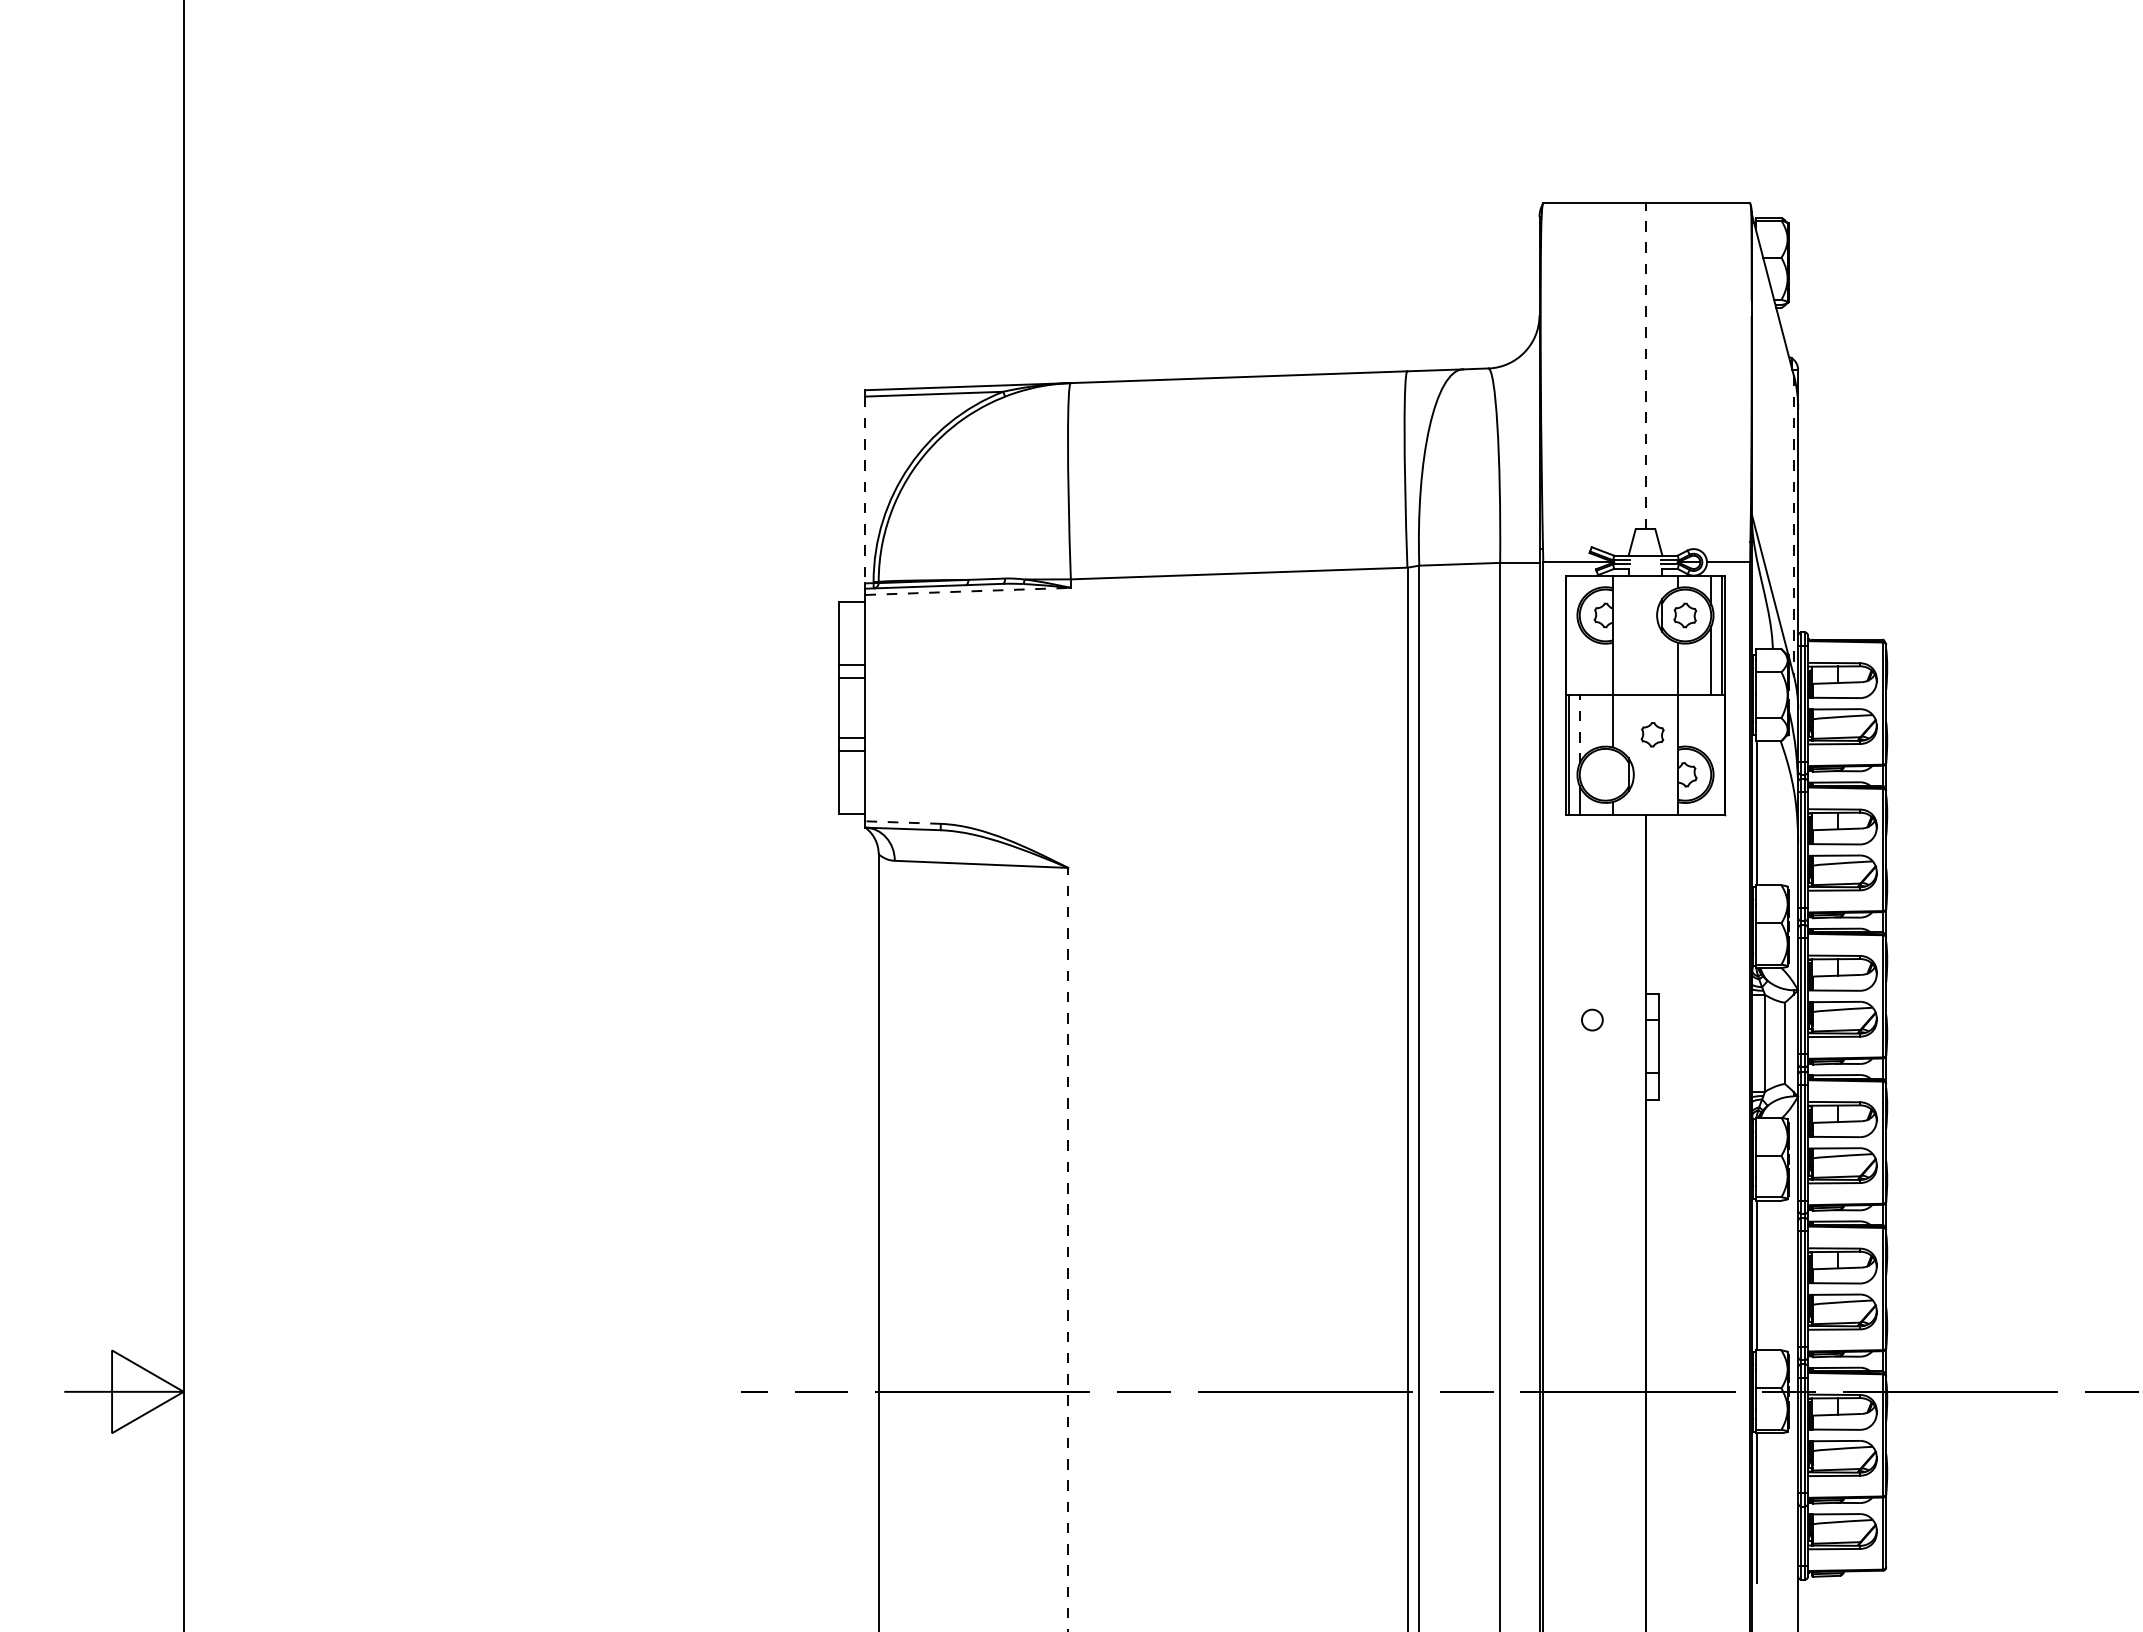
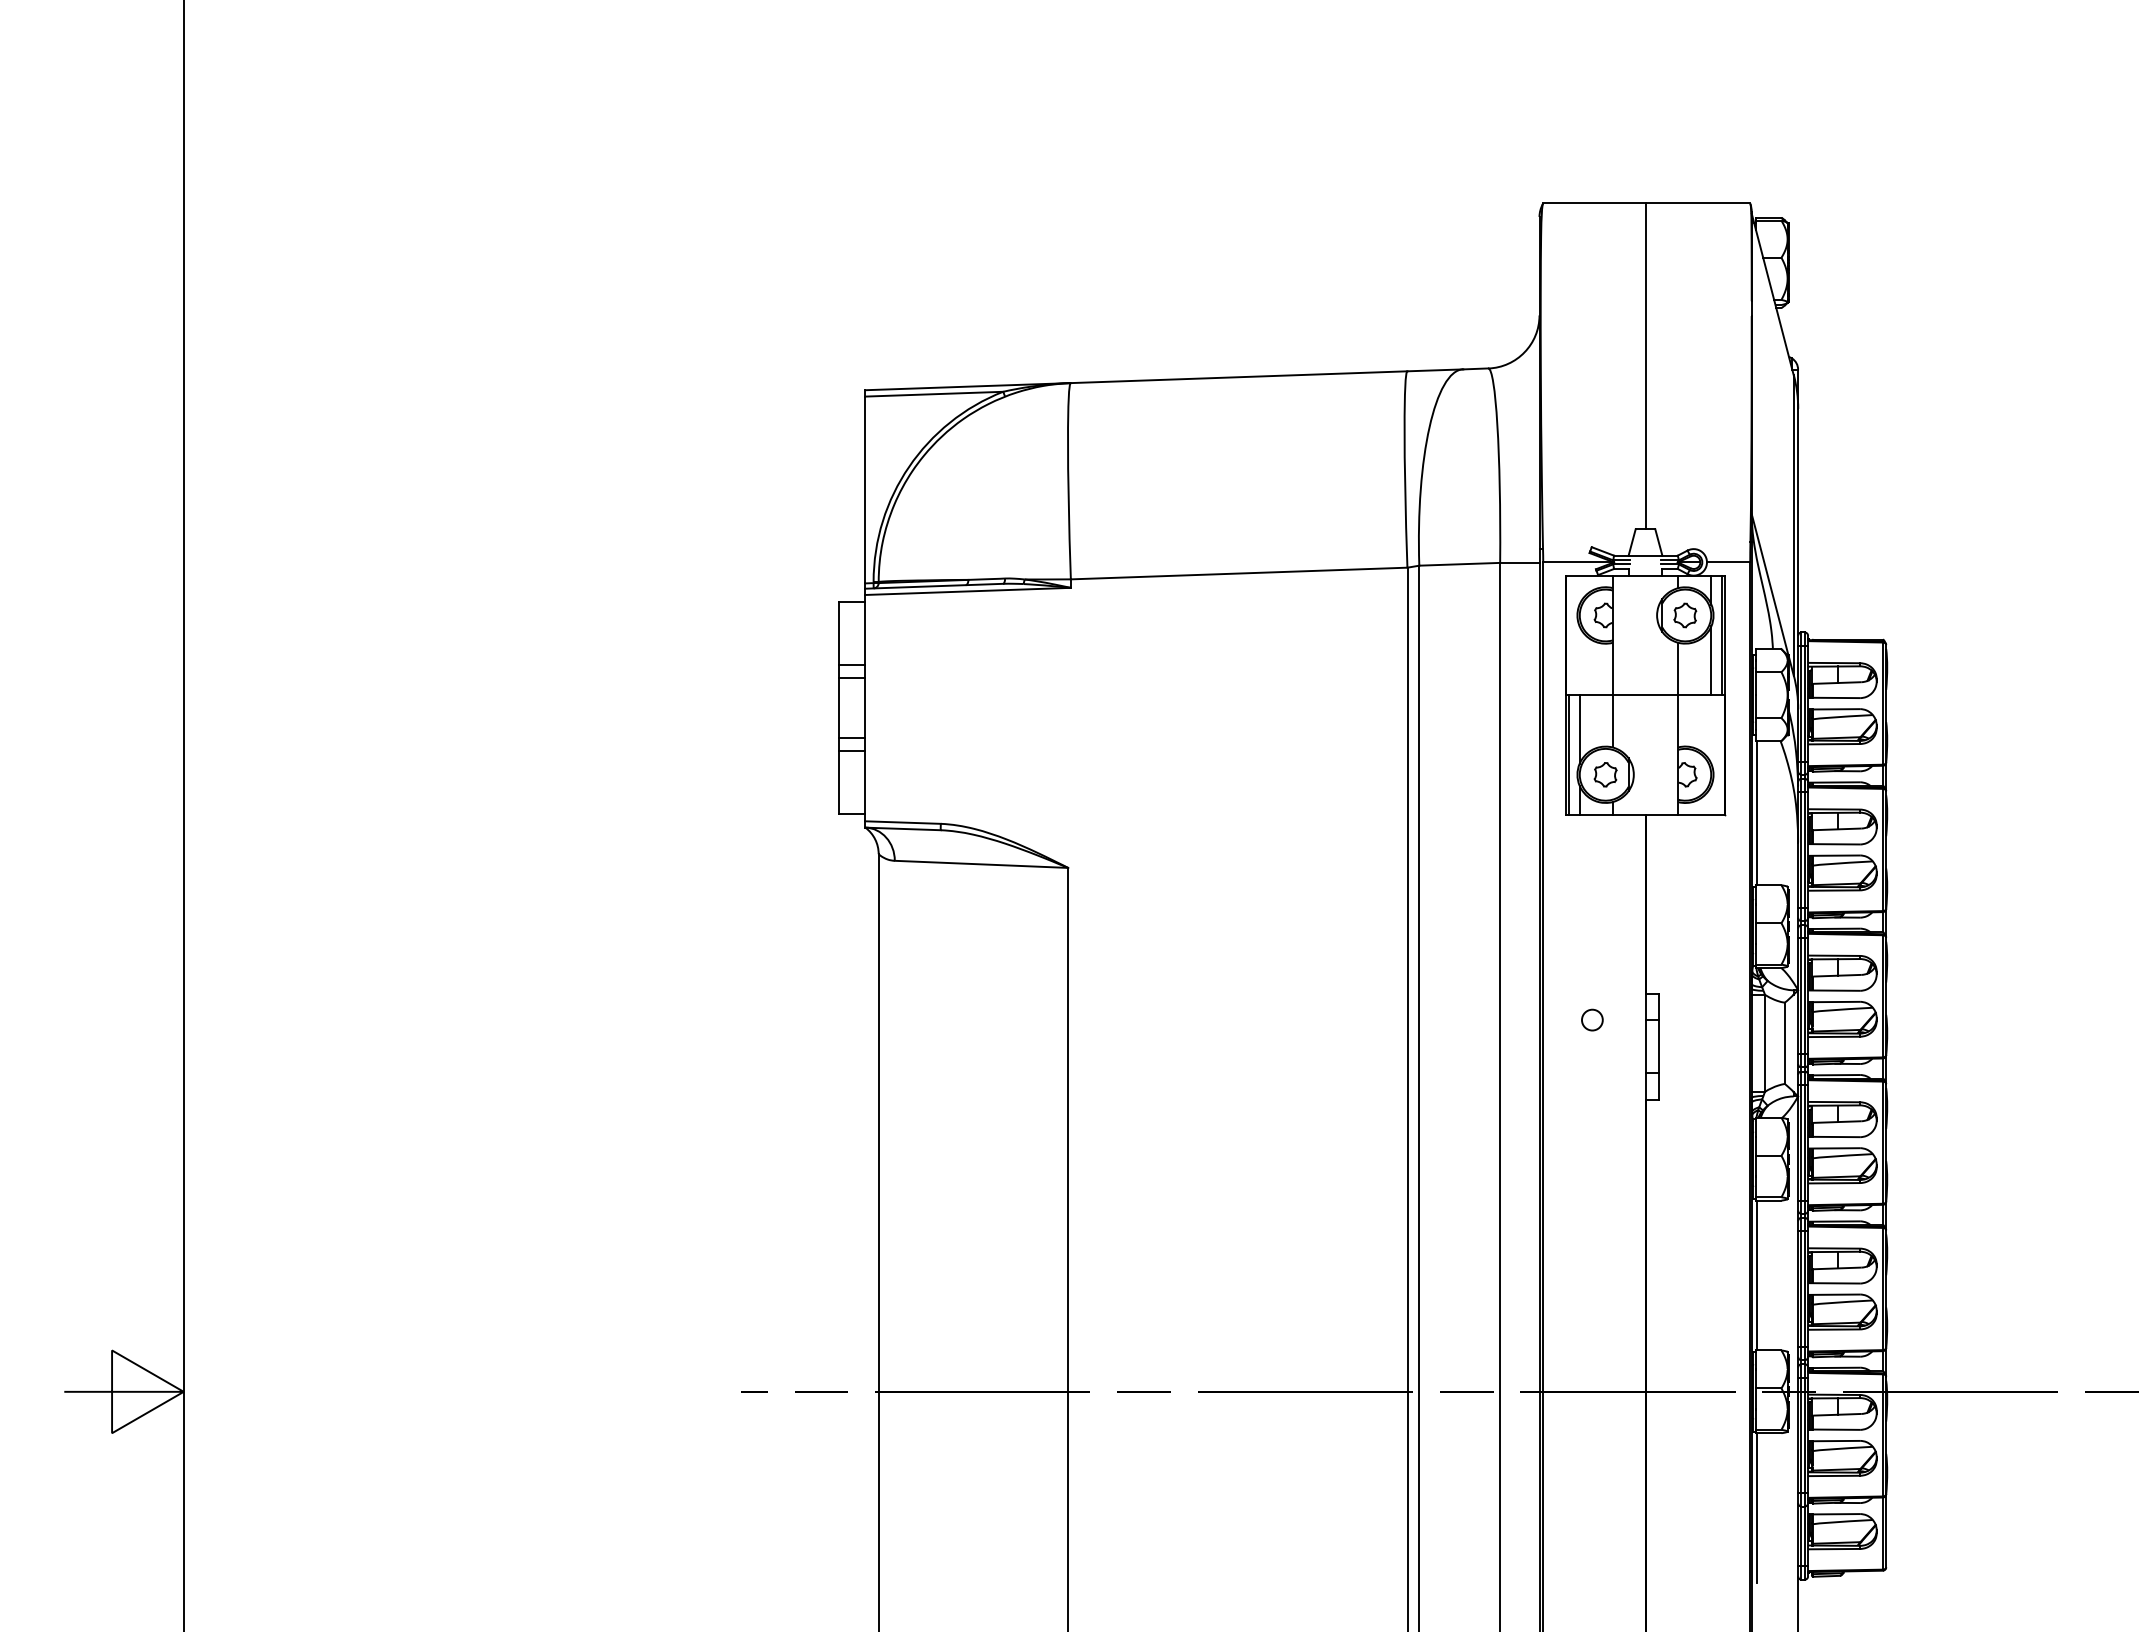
line at (1645, 366): dashed -> solid
line at (865, 490): dashed -> solid
line at (1793, 526): dashed -> solid
line at (968, 591): dashed -> solid
line at (1579, 728): dashed -> solid
part at (1652, 734) position: (1652, 734) -> (1605, 774)
line at (903, 822): dashed -> solid
line at (1068, 1249): dashed -> solid
